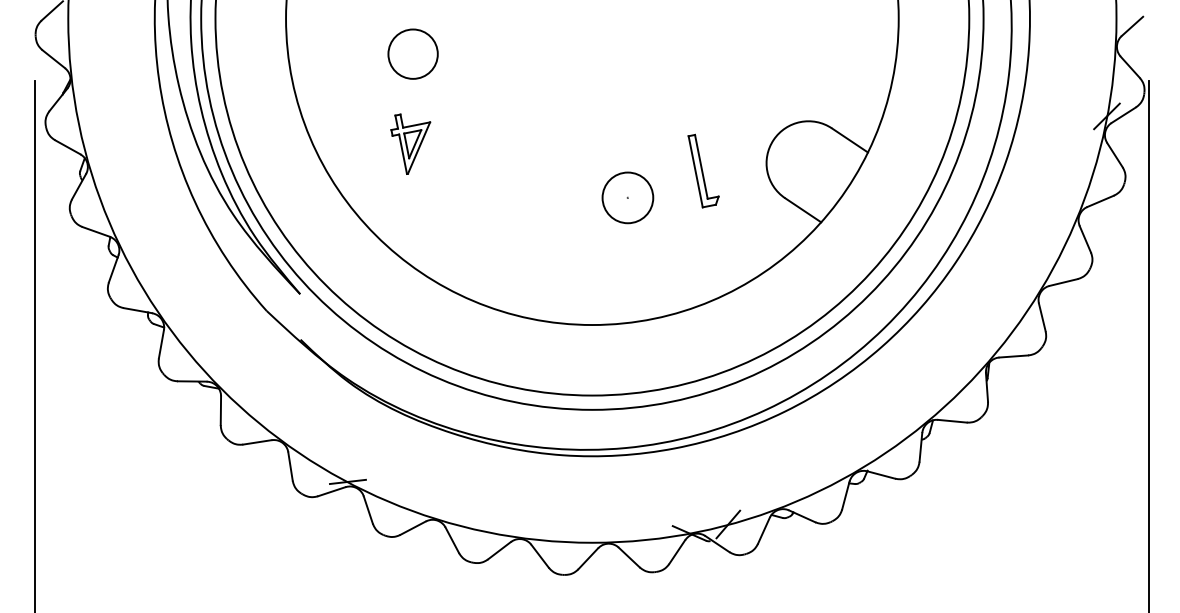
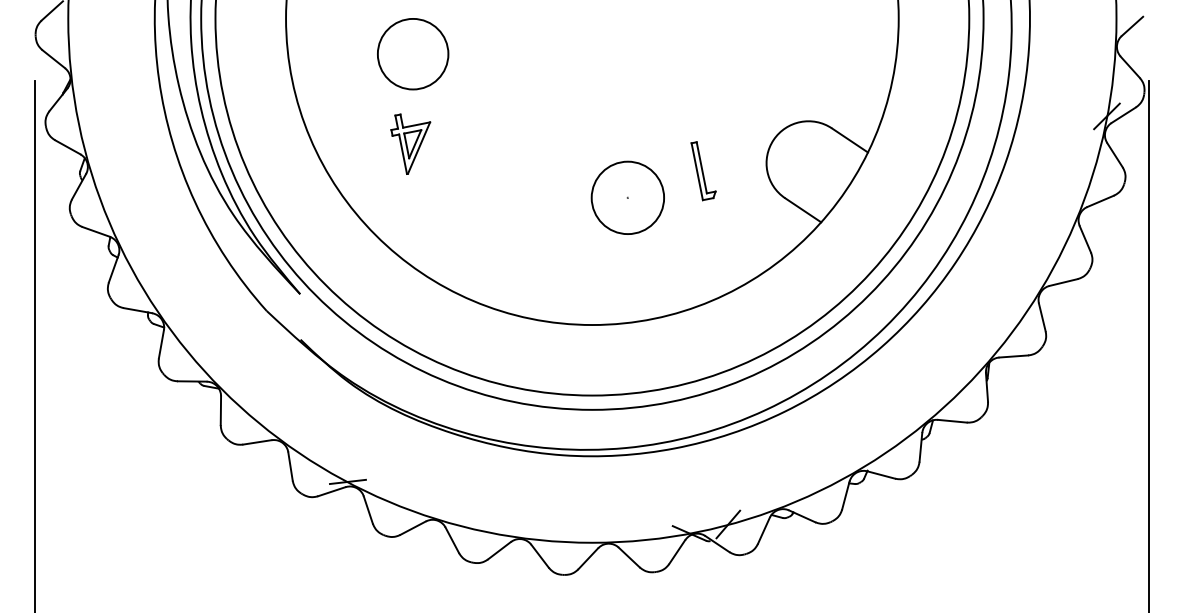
circle at (412, 53) diameter: 49 px -> 71 px
part at (703, 170) size: 33x76 px -> 27x61 px
circle at (627, 197) diameter: 51 px -> 72 px
